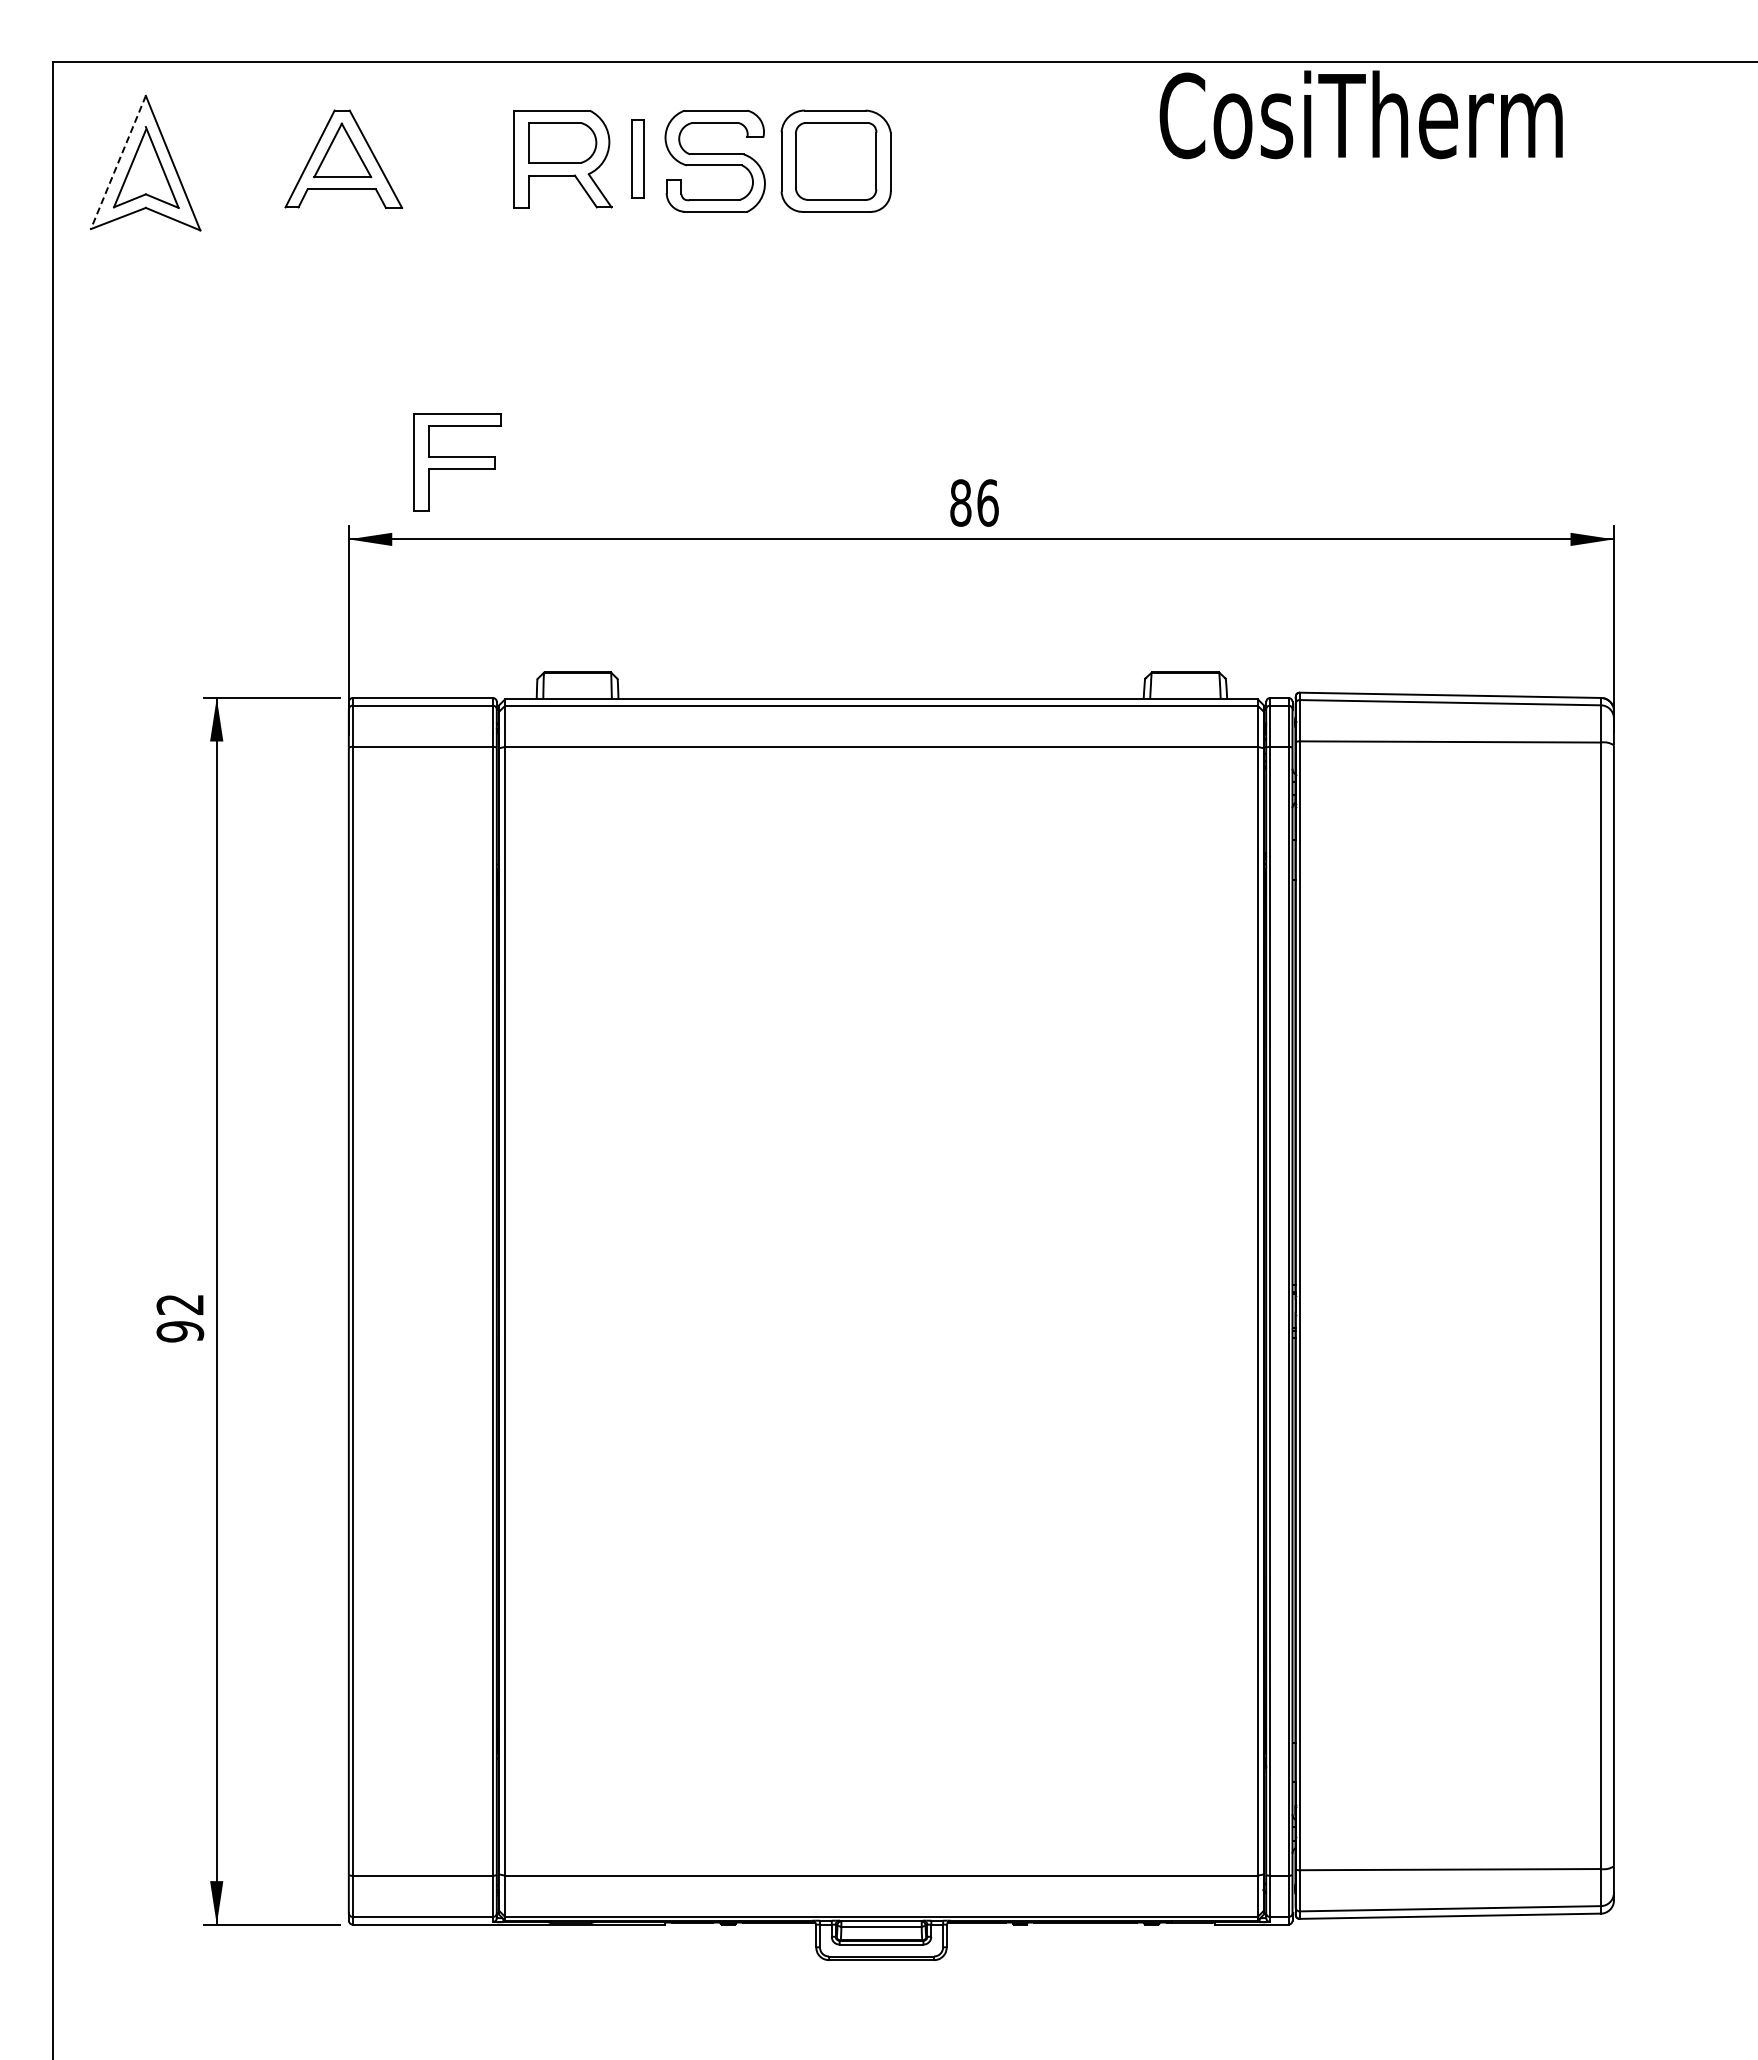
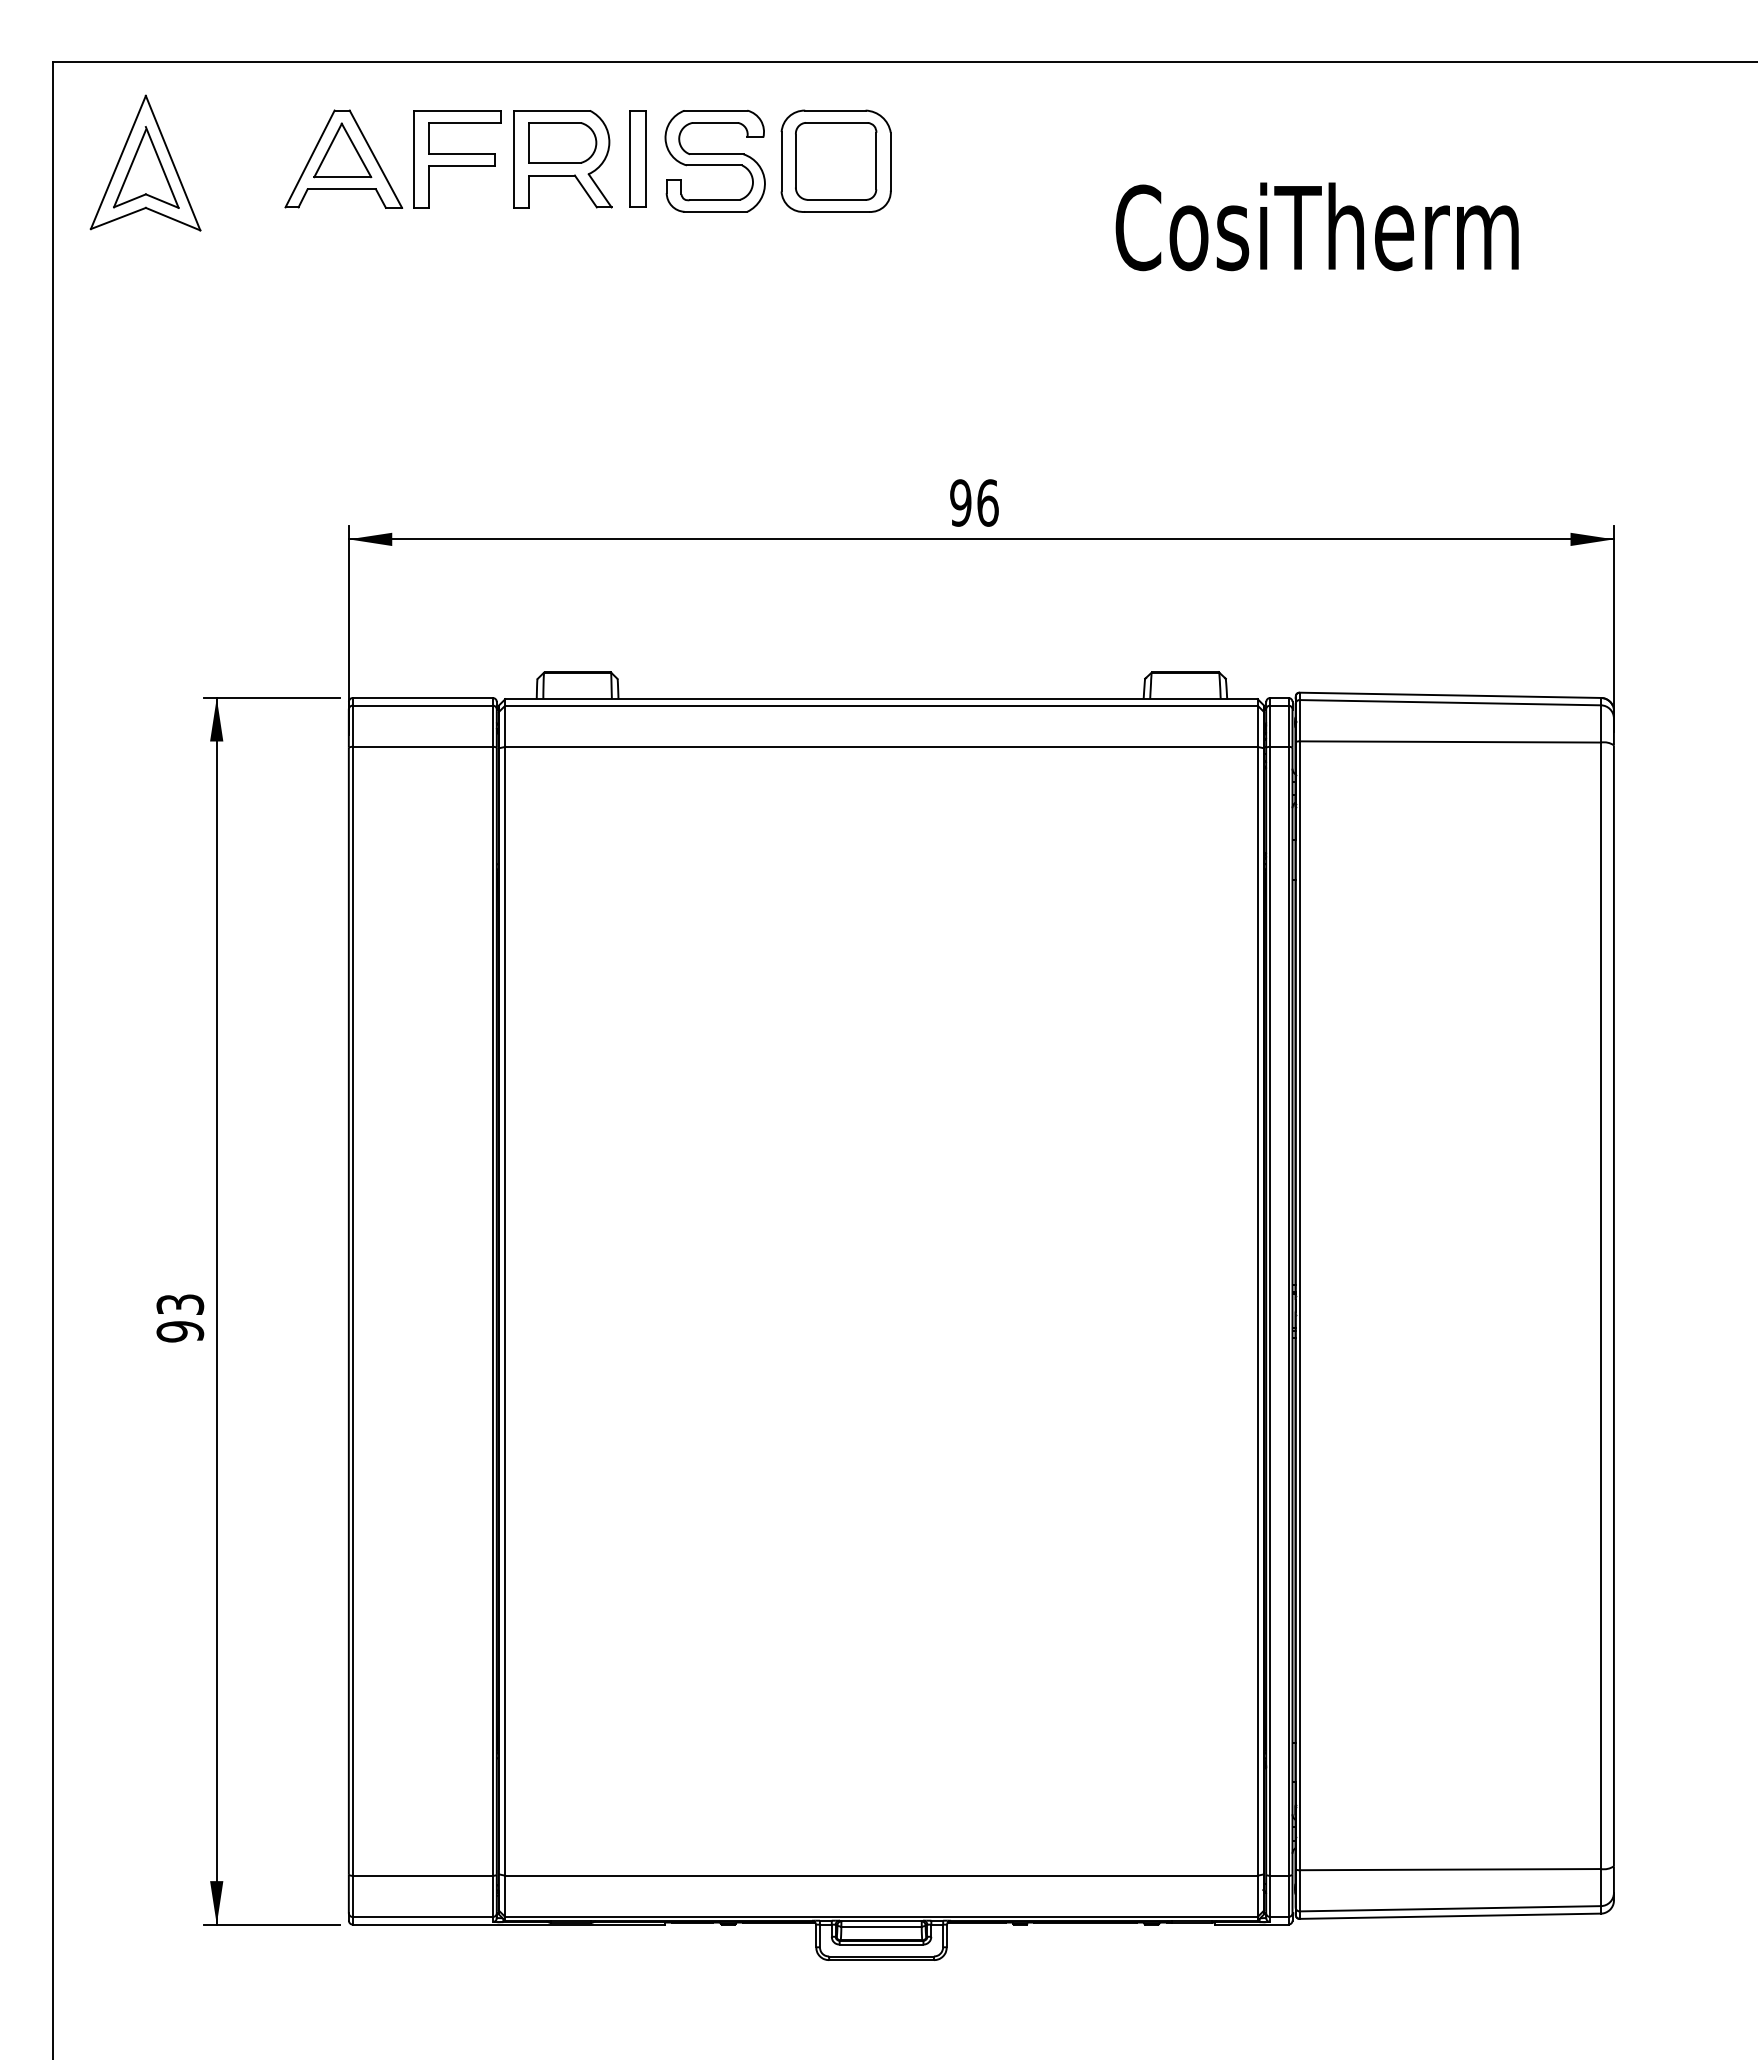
text at (1360, 114) position: (1360, 114) -> (1316, 226)
part at (637, 158) size: 14x80 px -> 18x98 px
line at (118, 162): dashed -> solid
part at (457, 462) position: (457, 462) -> (457, 159)
text at (960, 502): 86 -> 96
text at (180, 1304): 92 -> 93
